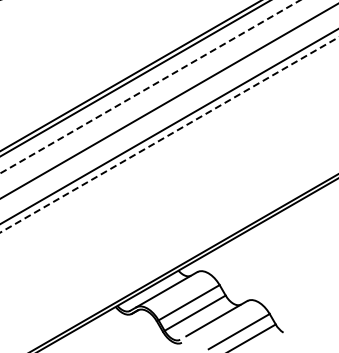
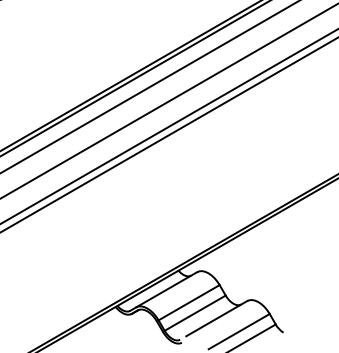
line at (150, 86): dashed -> solid
line at (169, 134): dashed -> solid
